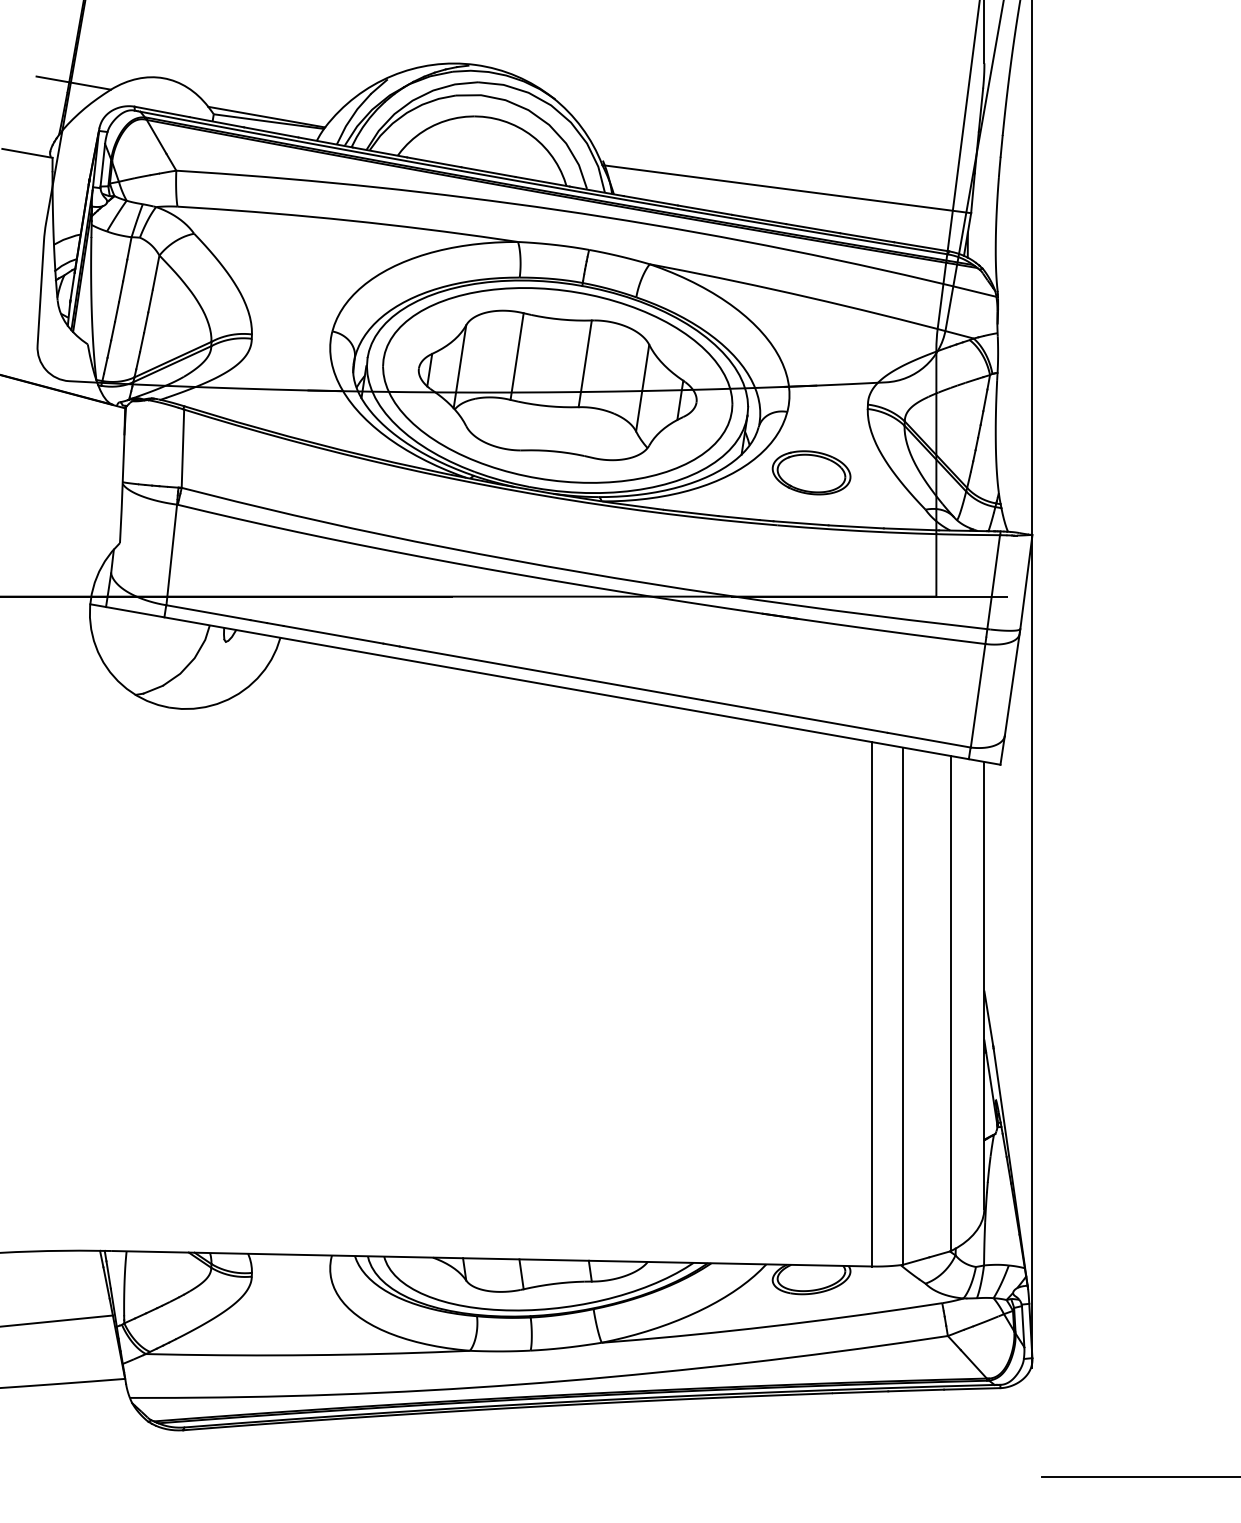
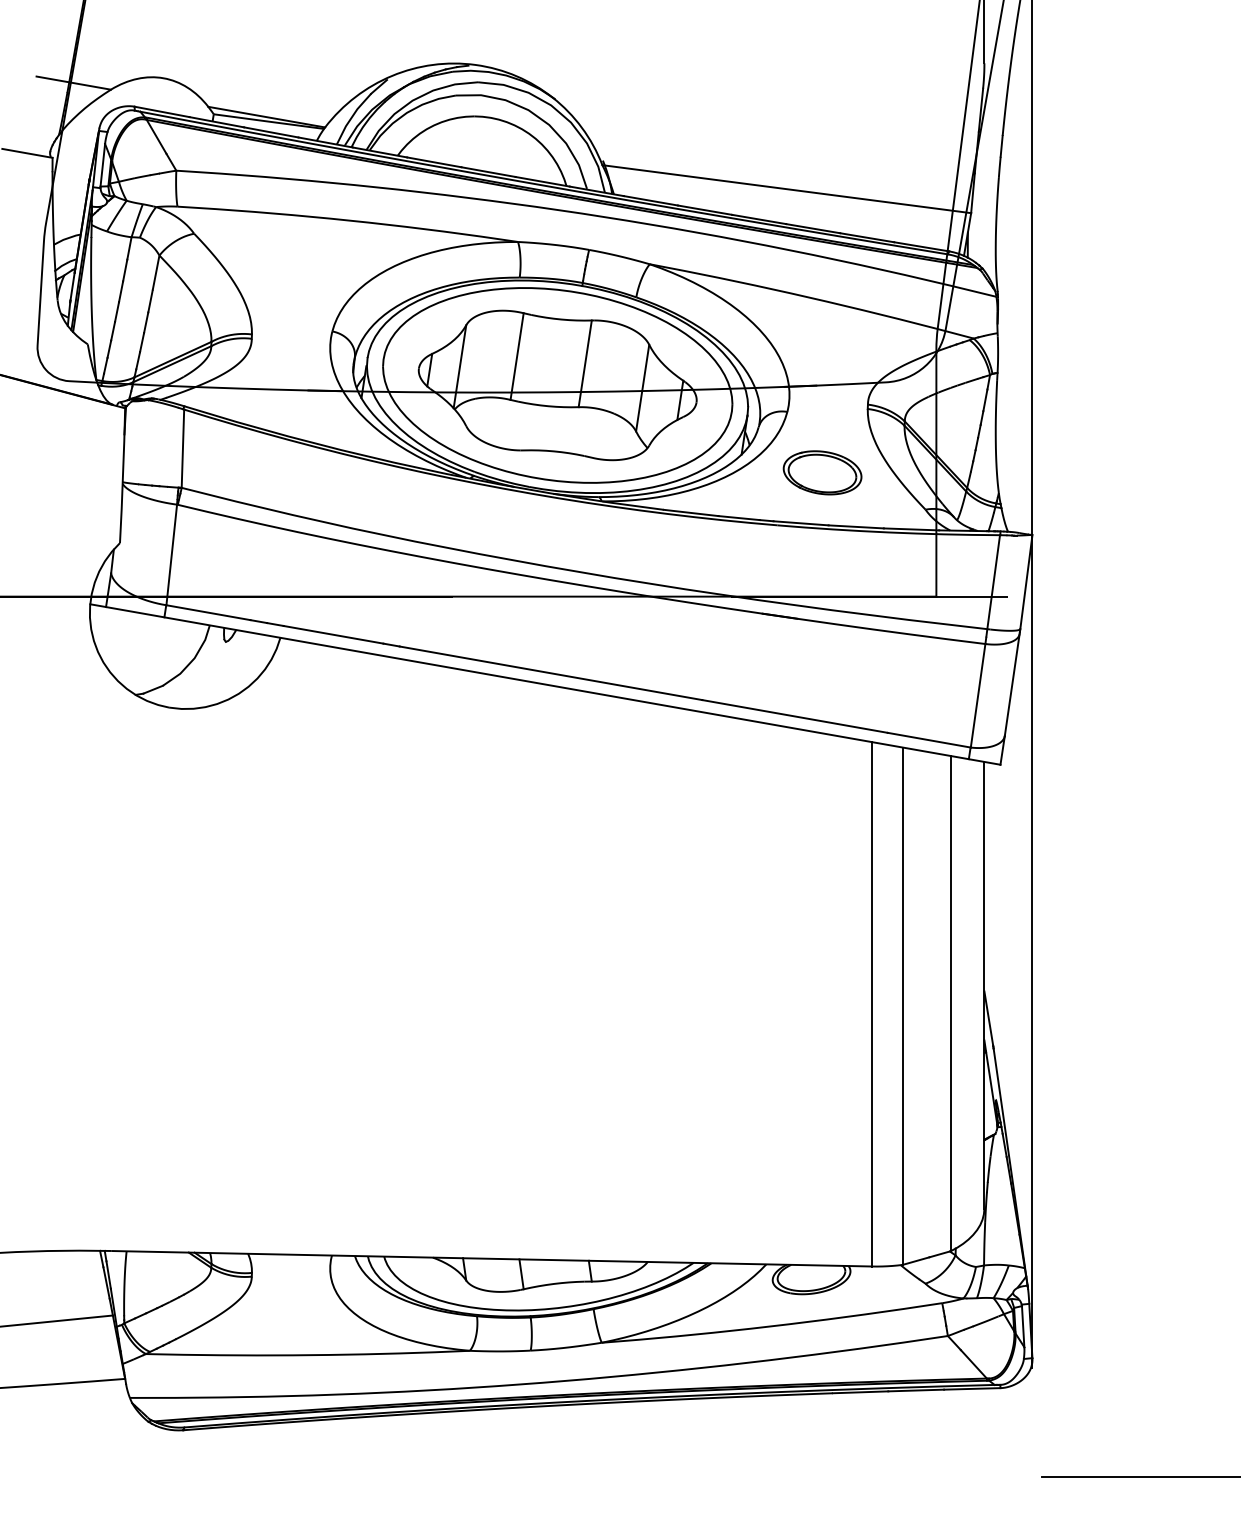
part at (811, 472) position: (811, 472) -> (822, 472)
